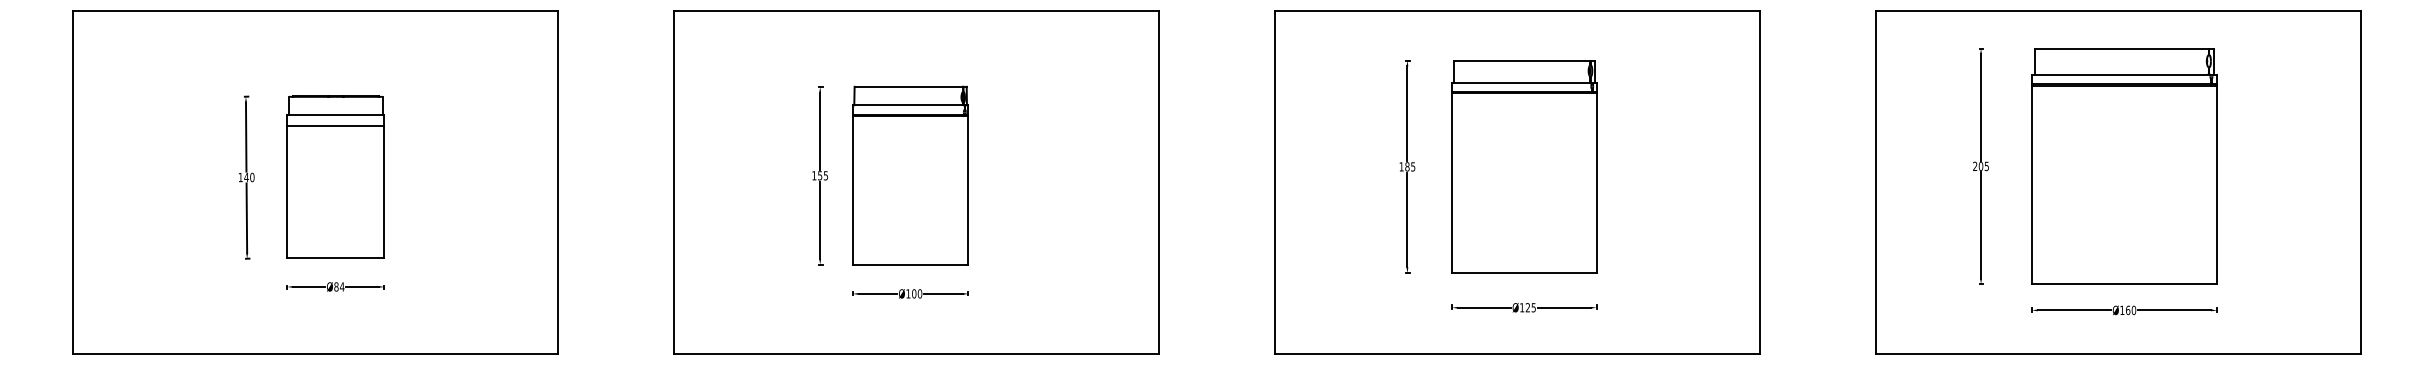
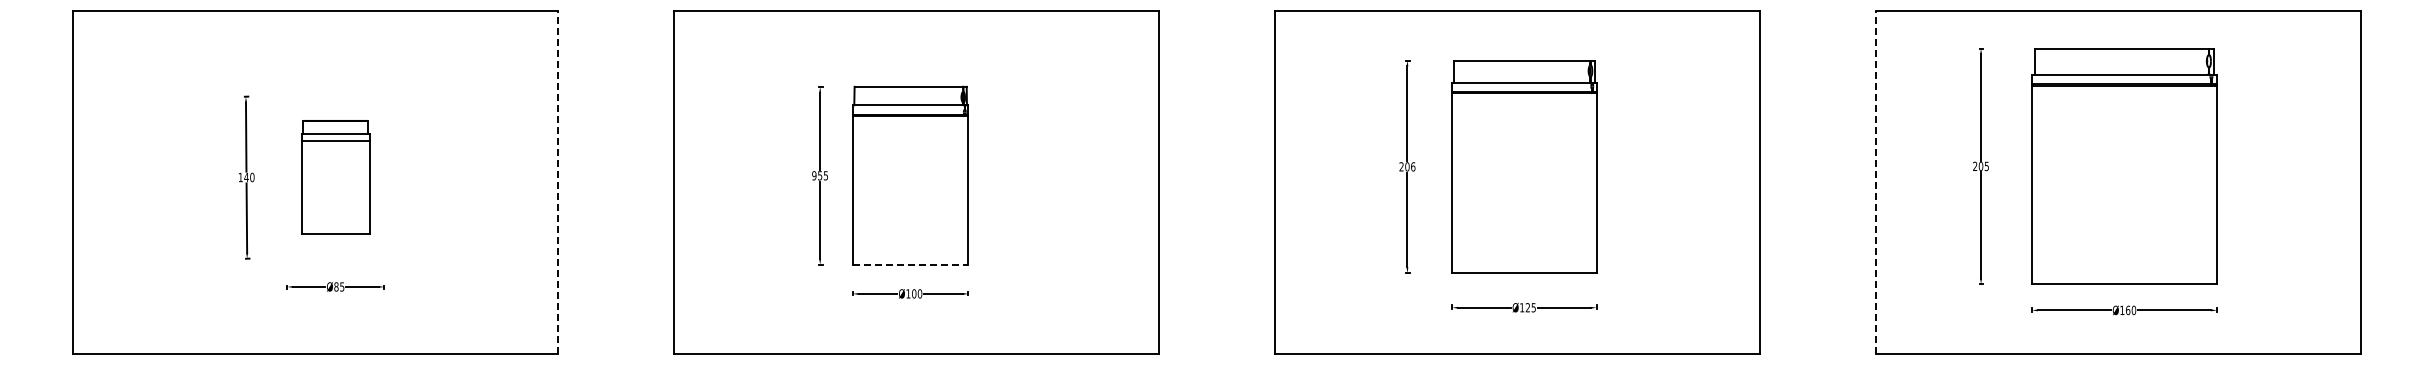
text at (1407, 166): 185 -> 206
text at (814, 175): 155 -> 955
part at (335, 176) size: 99x164 px -> 70x115 px
line at (558, 182): solid -> dashed
line at (1875, 182): solid -> dashed
line at (910, 264): solid -> dashed
text at (341, 286): Ø84 -> Ø85
